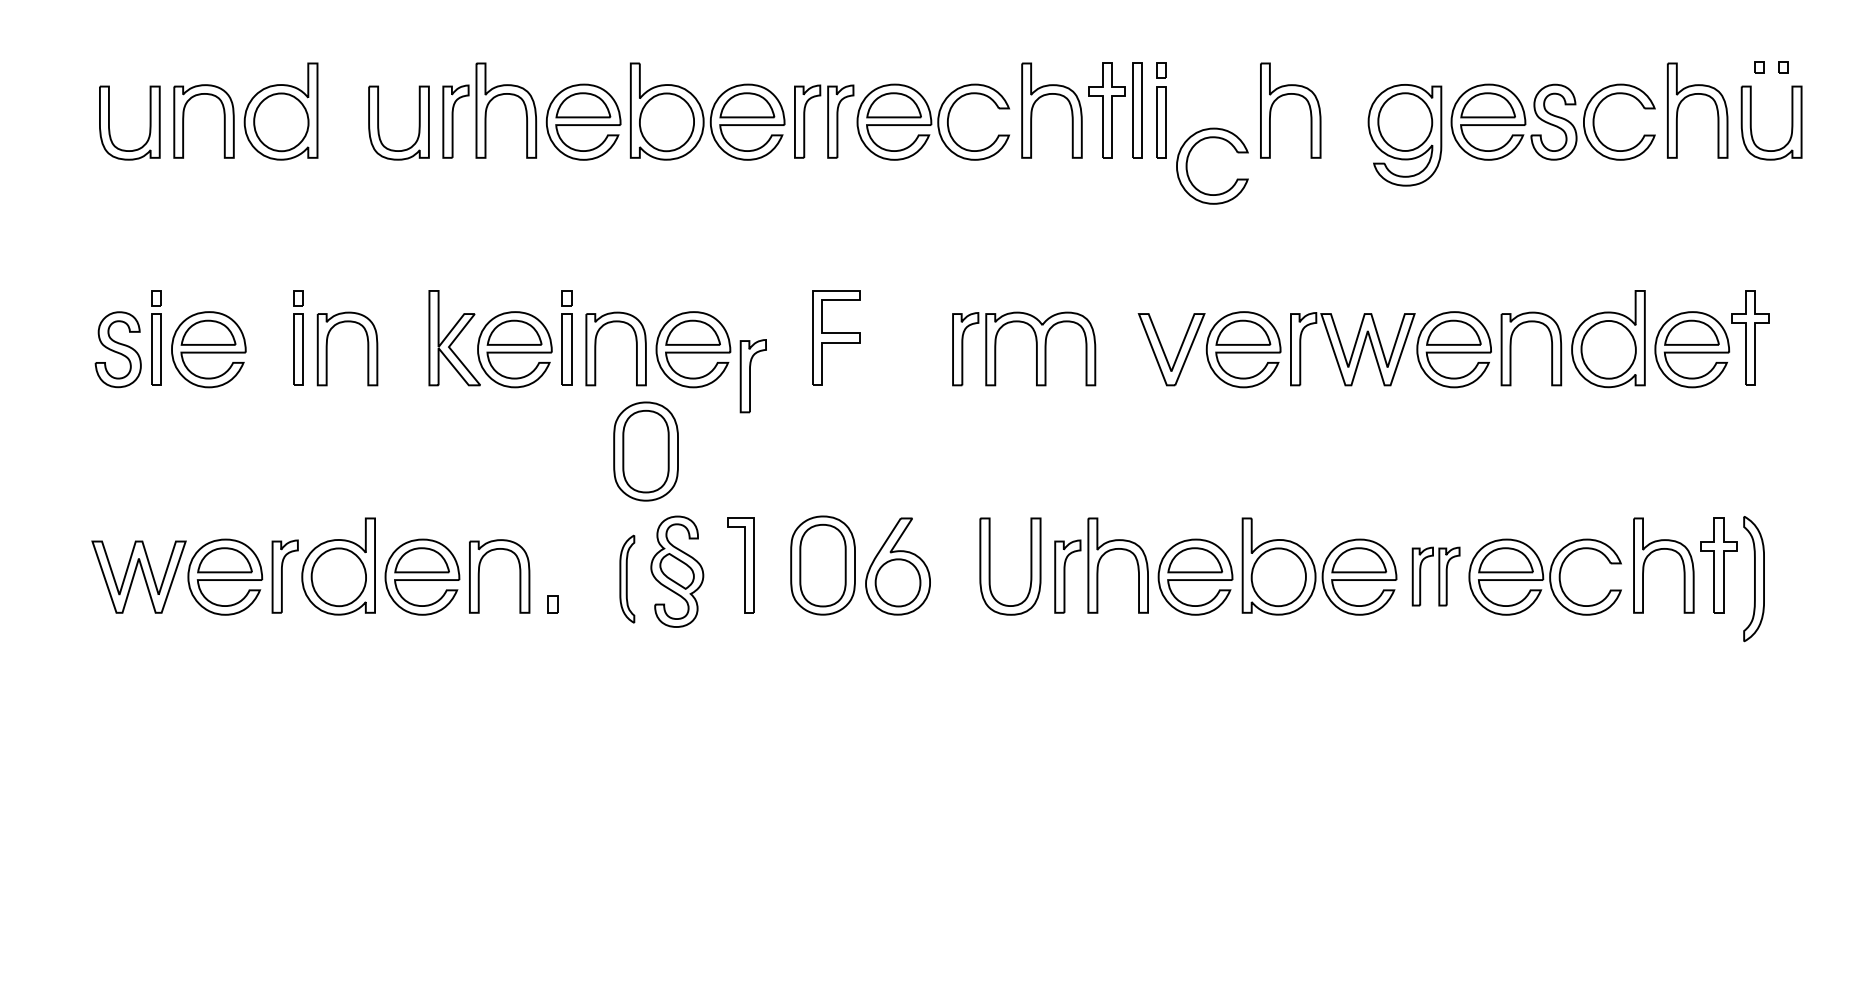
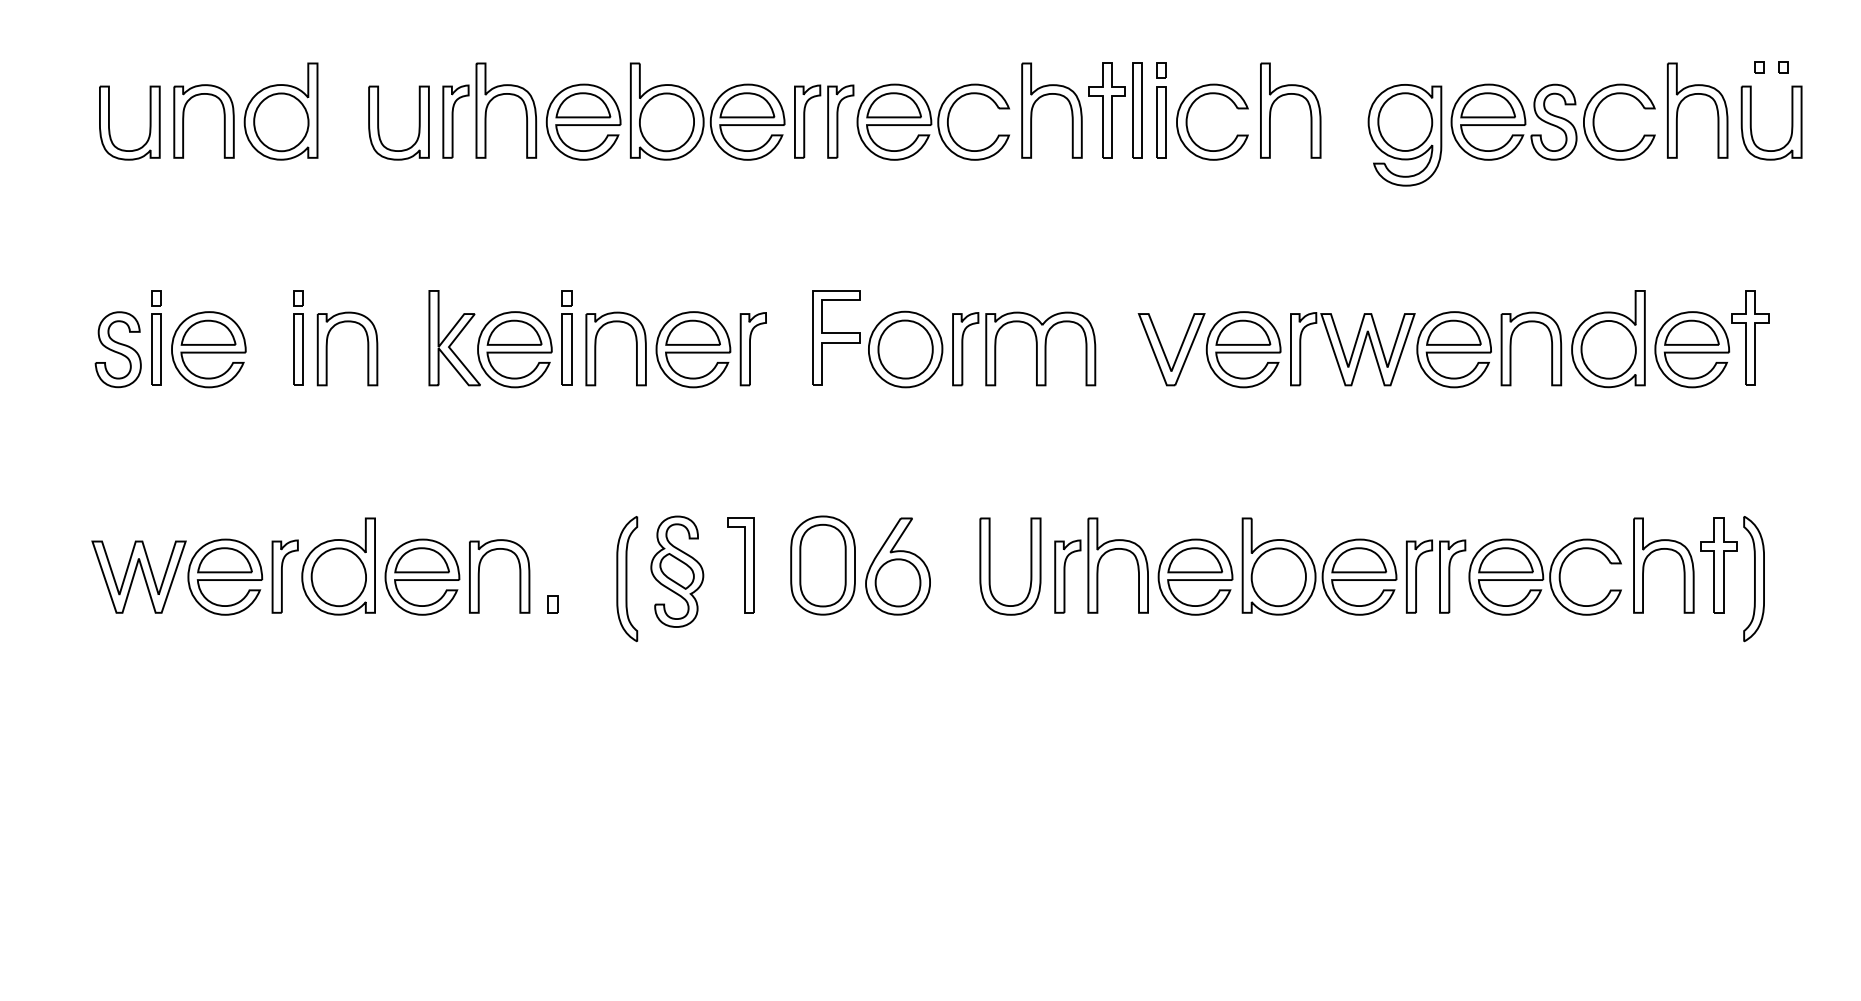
part at (1188, 159) position: (1188, 159) -> (1188, 115)
part at (905, 349): none -> present
part at (752, 376) position: (752, 376) -> (752, 349)
part at (645, 451): present -> none
part at (1435, 576) size: 50x61 px -> 61x75 px
part at (627, 578) size: 17x90 px -> 23x127 px
